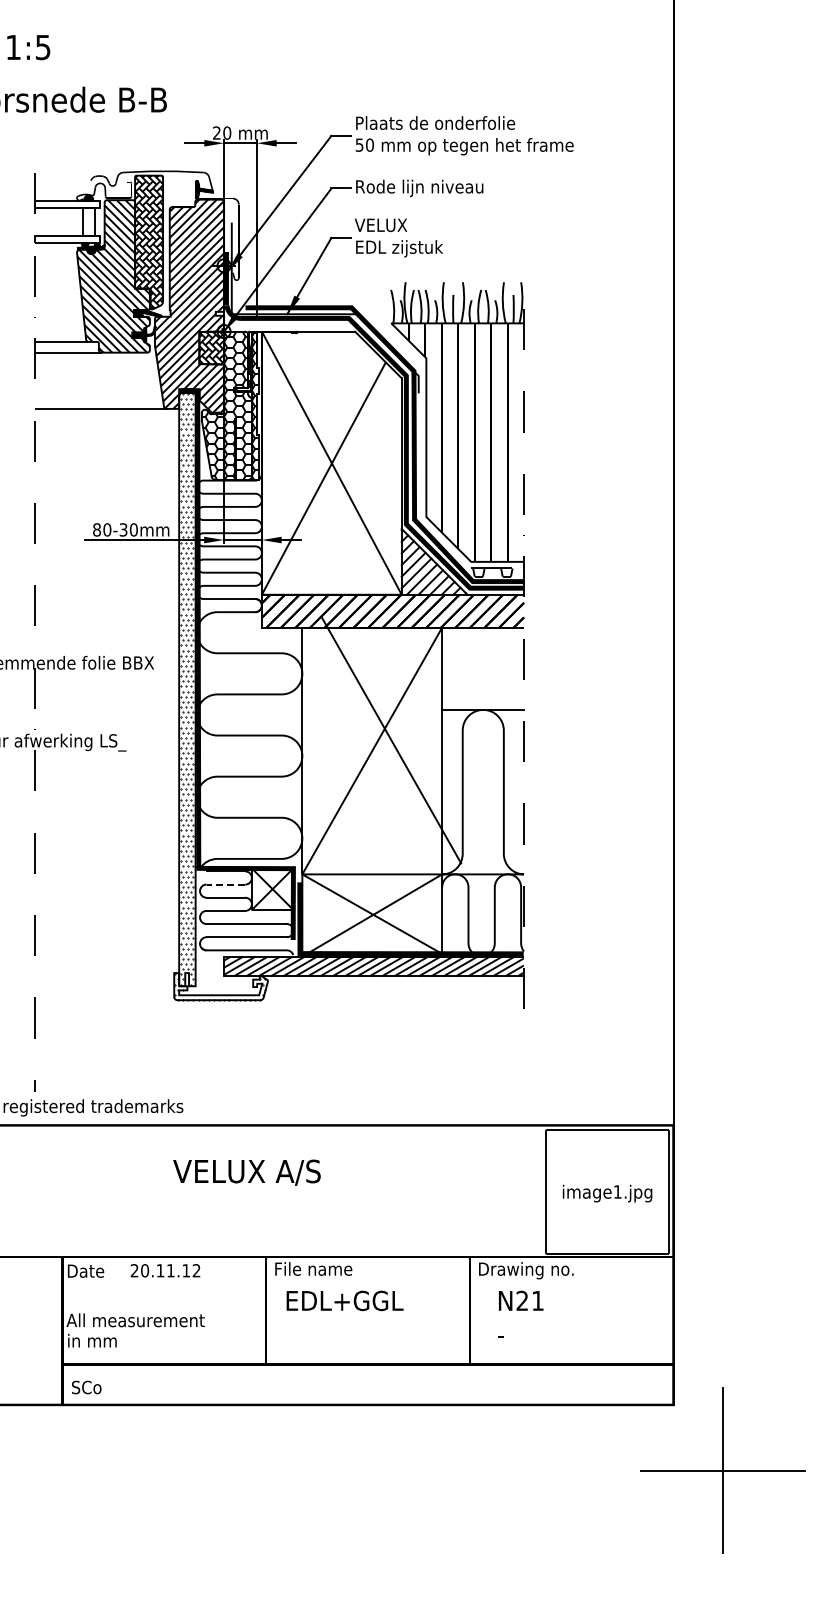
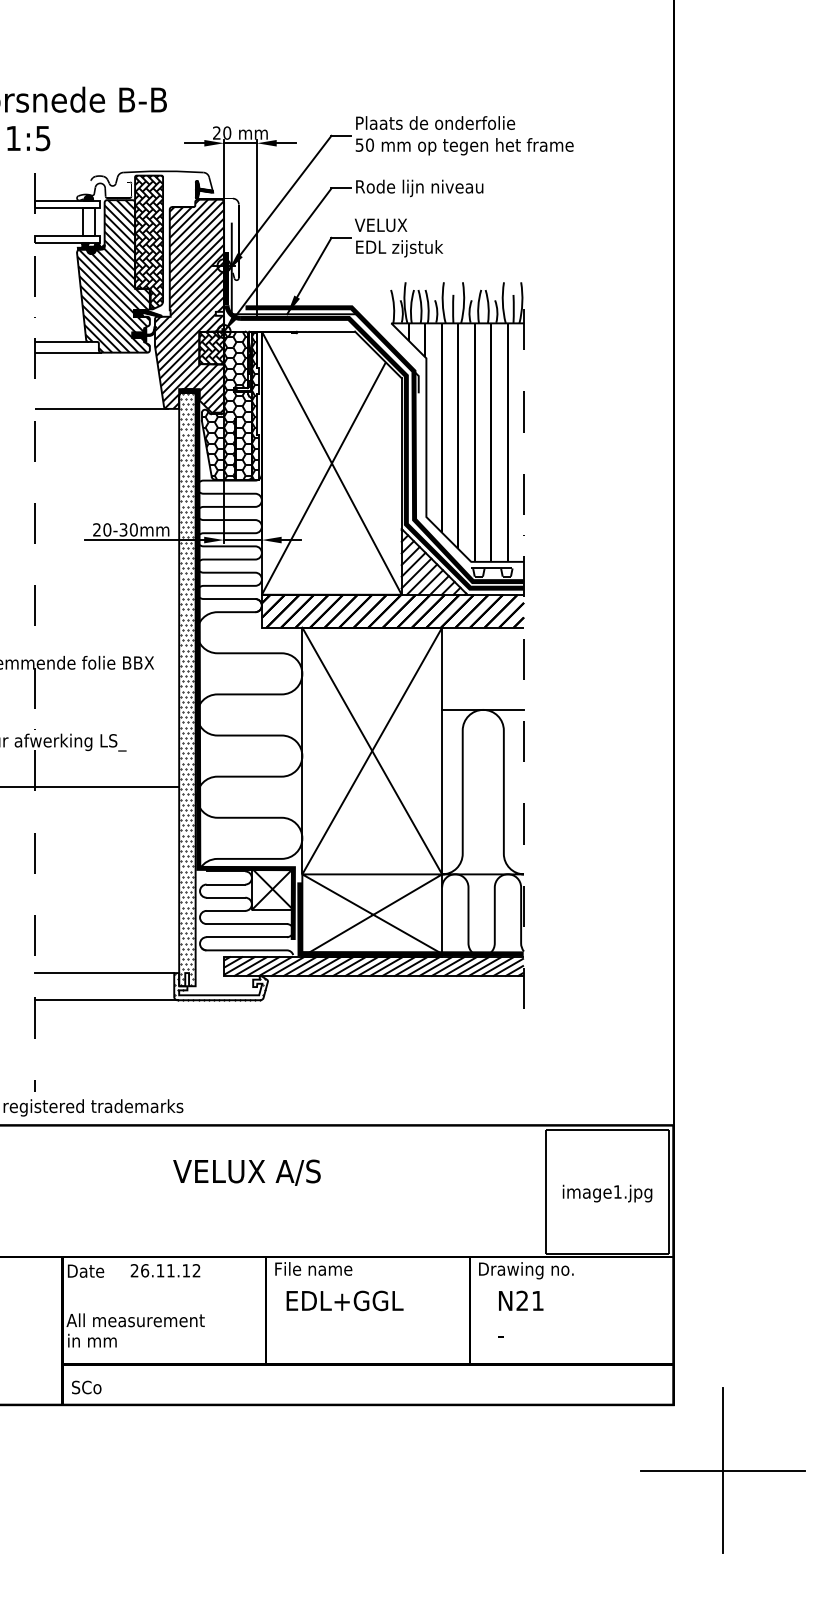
text at (28, 47) position: (28, 47) -> (28, 138)
text at (96, 529): 80-30mm -> 20-30mm
line at (391, 739) position: (391, 739) -> (372, 750)
line at (90, 786): none -> present
line at (225, 884): dashed -> solid
line at (104, 973): none -> present
line at (105, 1000): none -> present
text at (145, 1270): 20.11.12 -> 26.11.12
